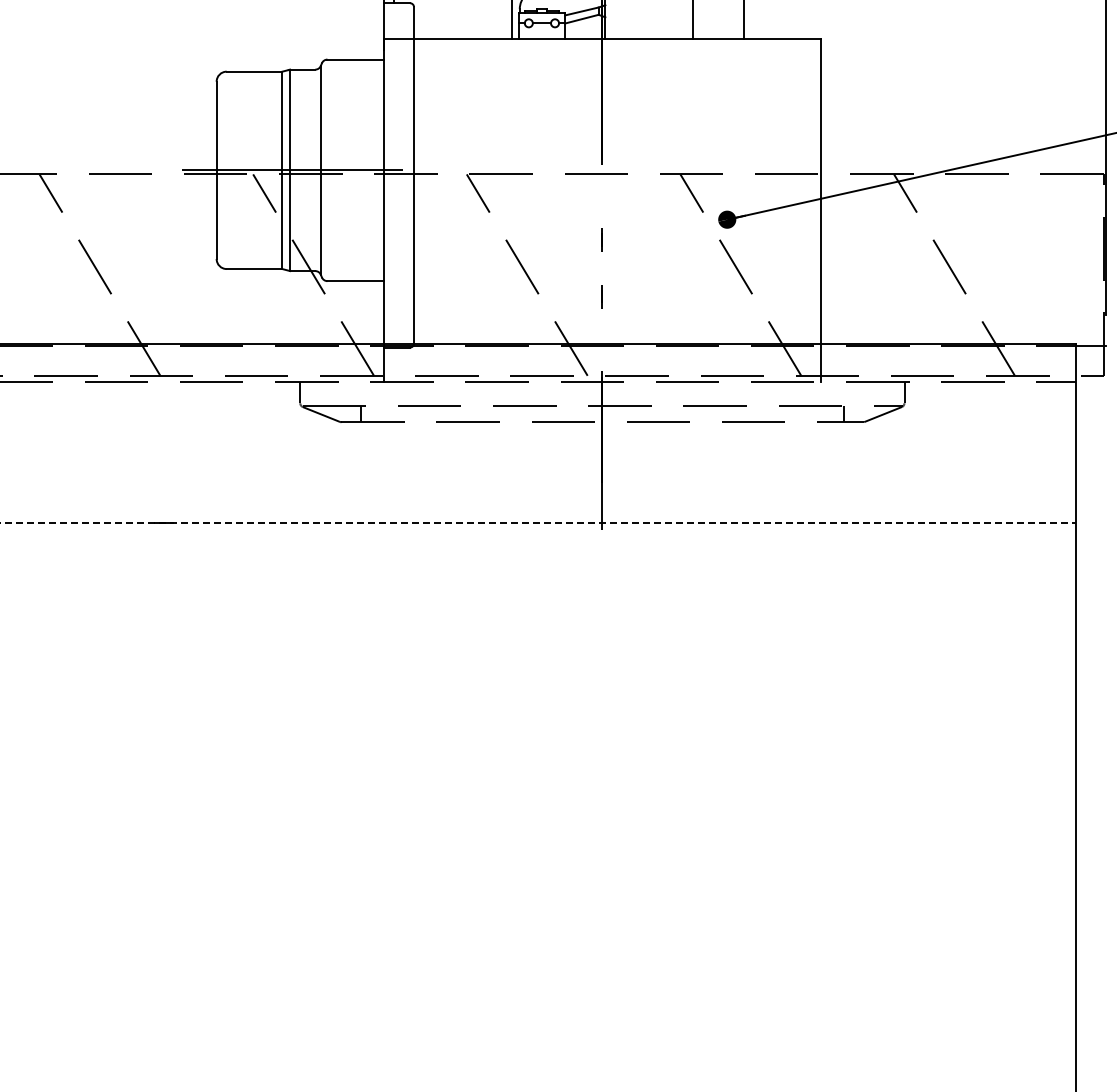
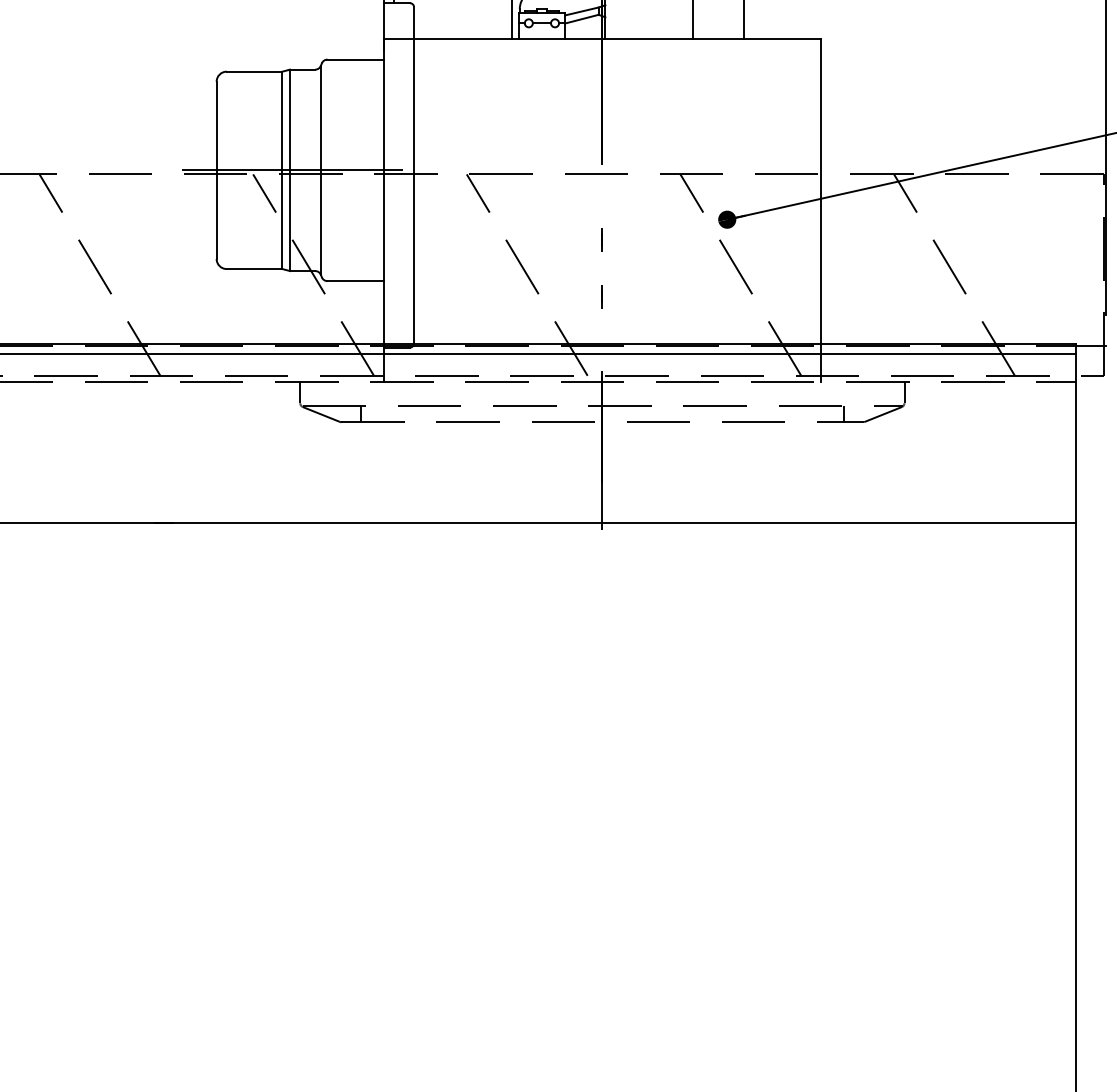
line at (538, 353): none -> present
line at (537, 522): dashed -> solid
